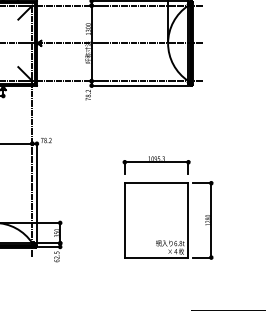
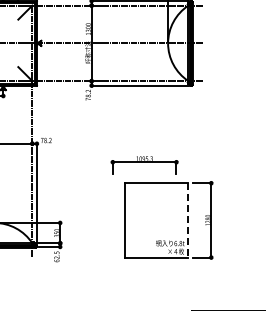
part at (156, 165) position: (156, 165) -> (144, 165)
line at (188, 220): solid -> dashed
